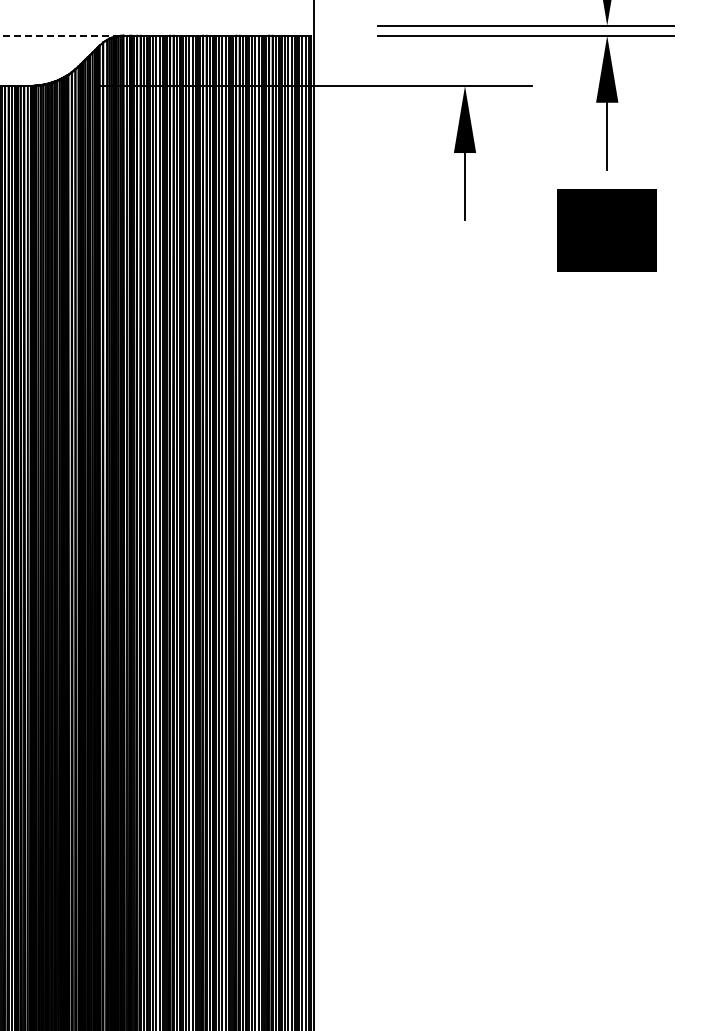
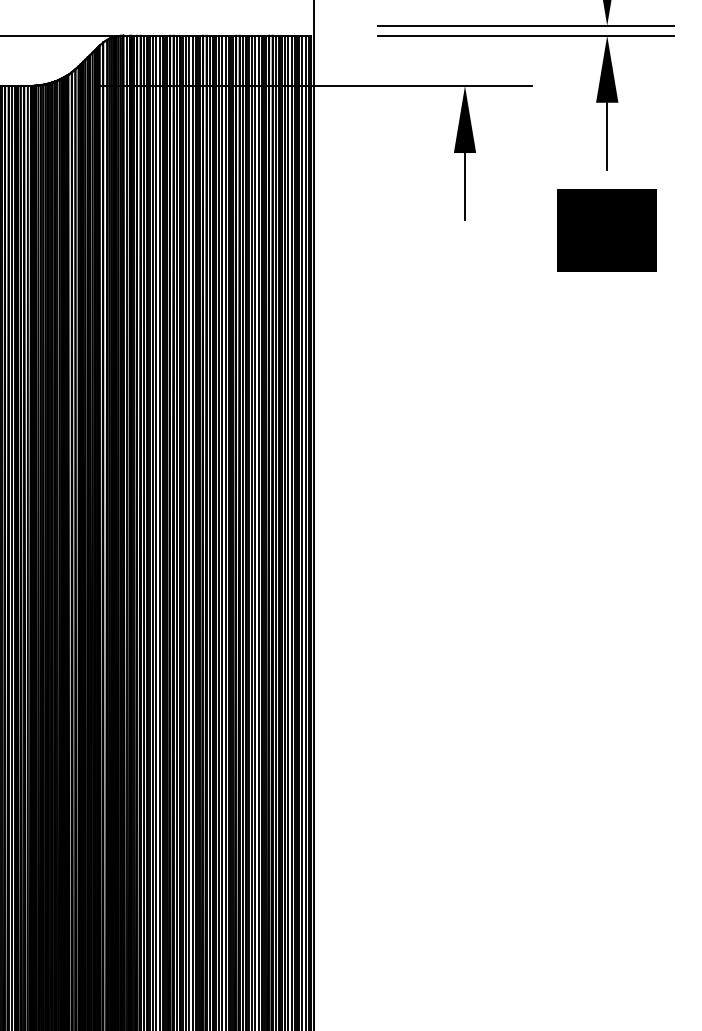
line at (62, 35): dashed -> solid
